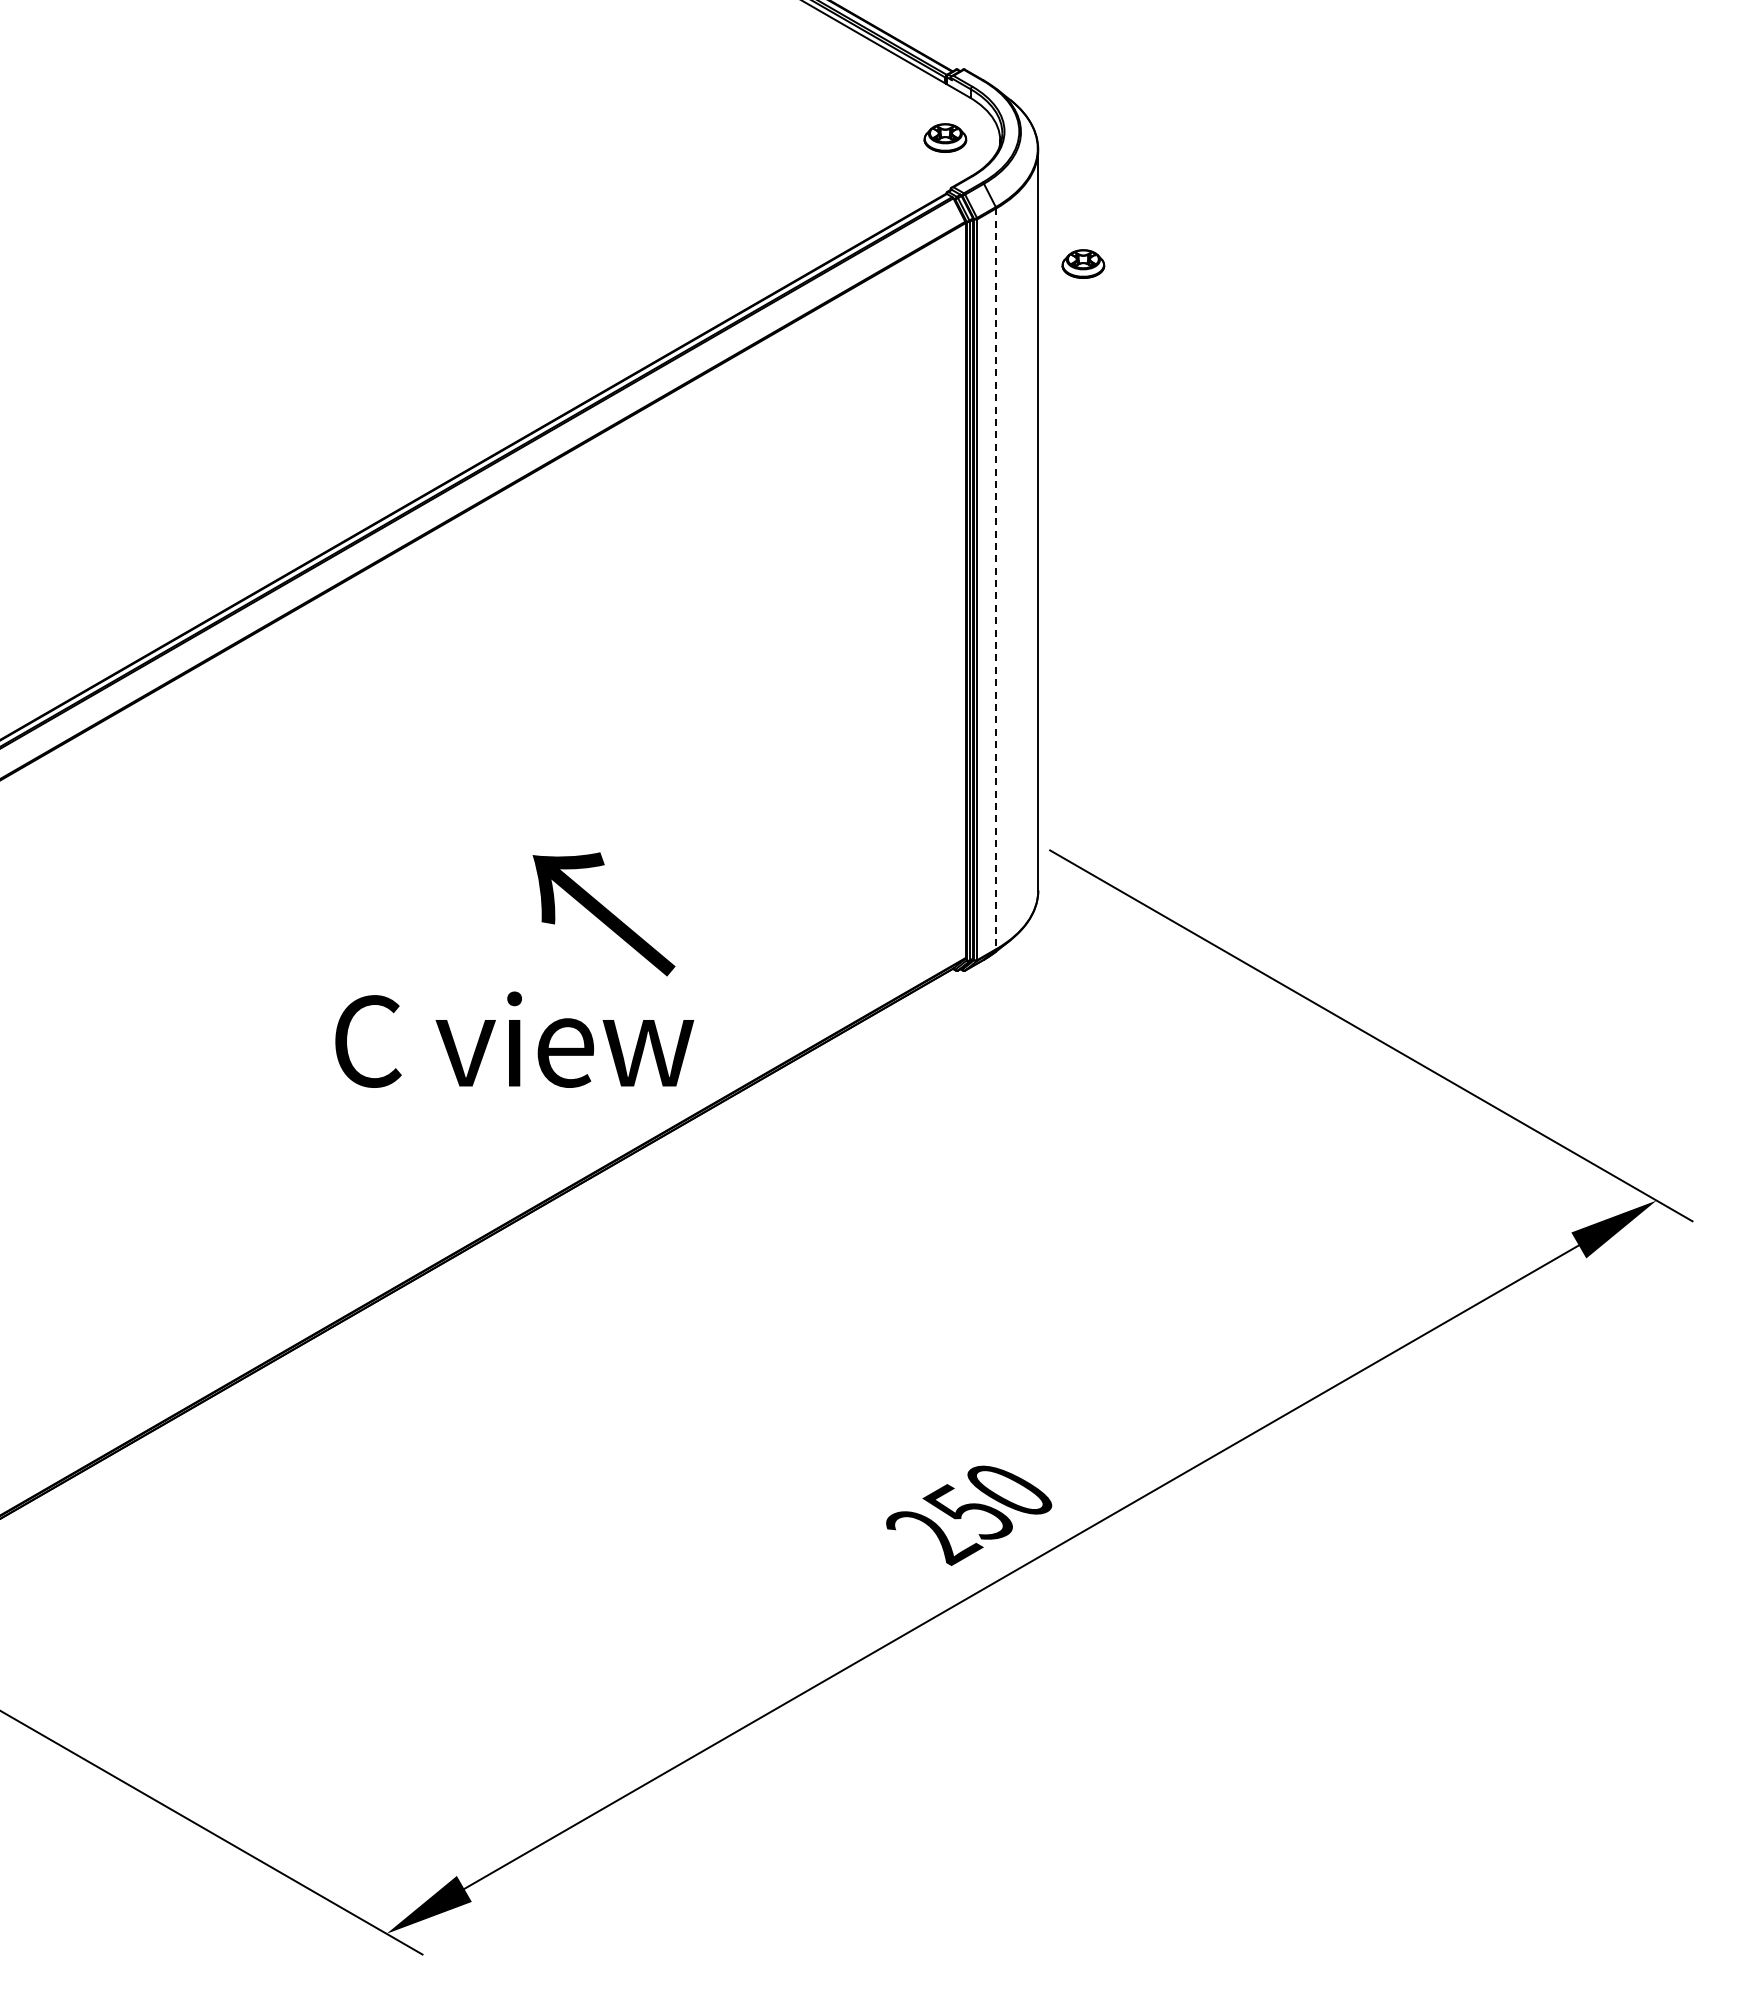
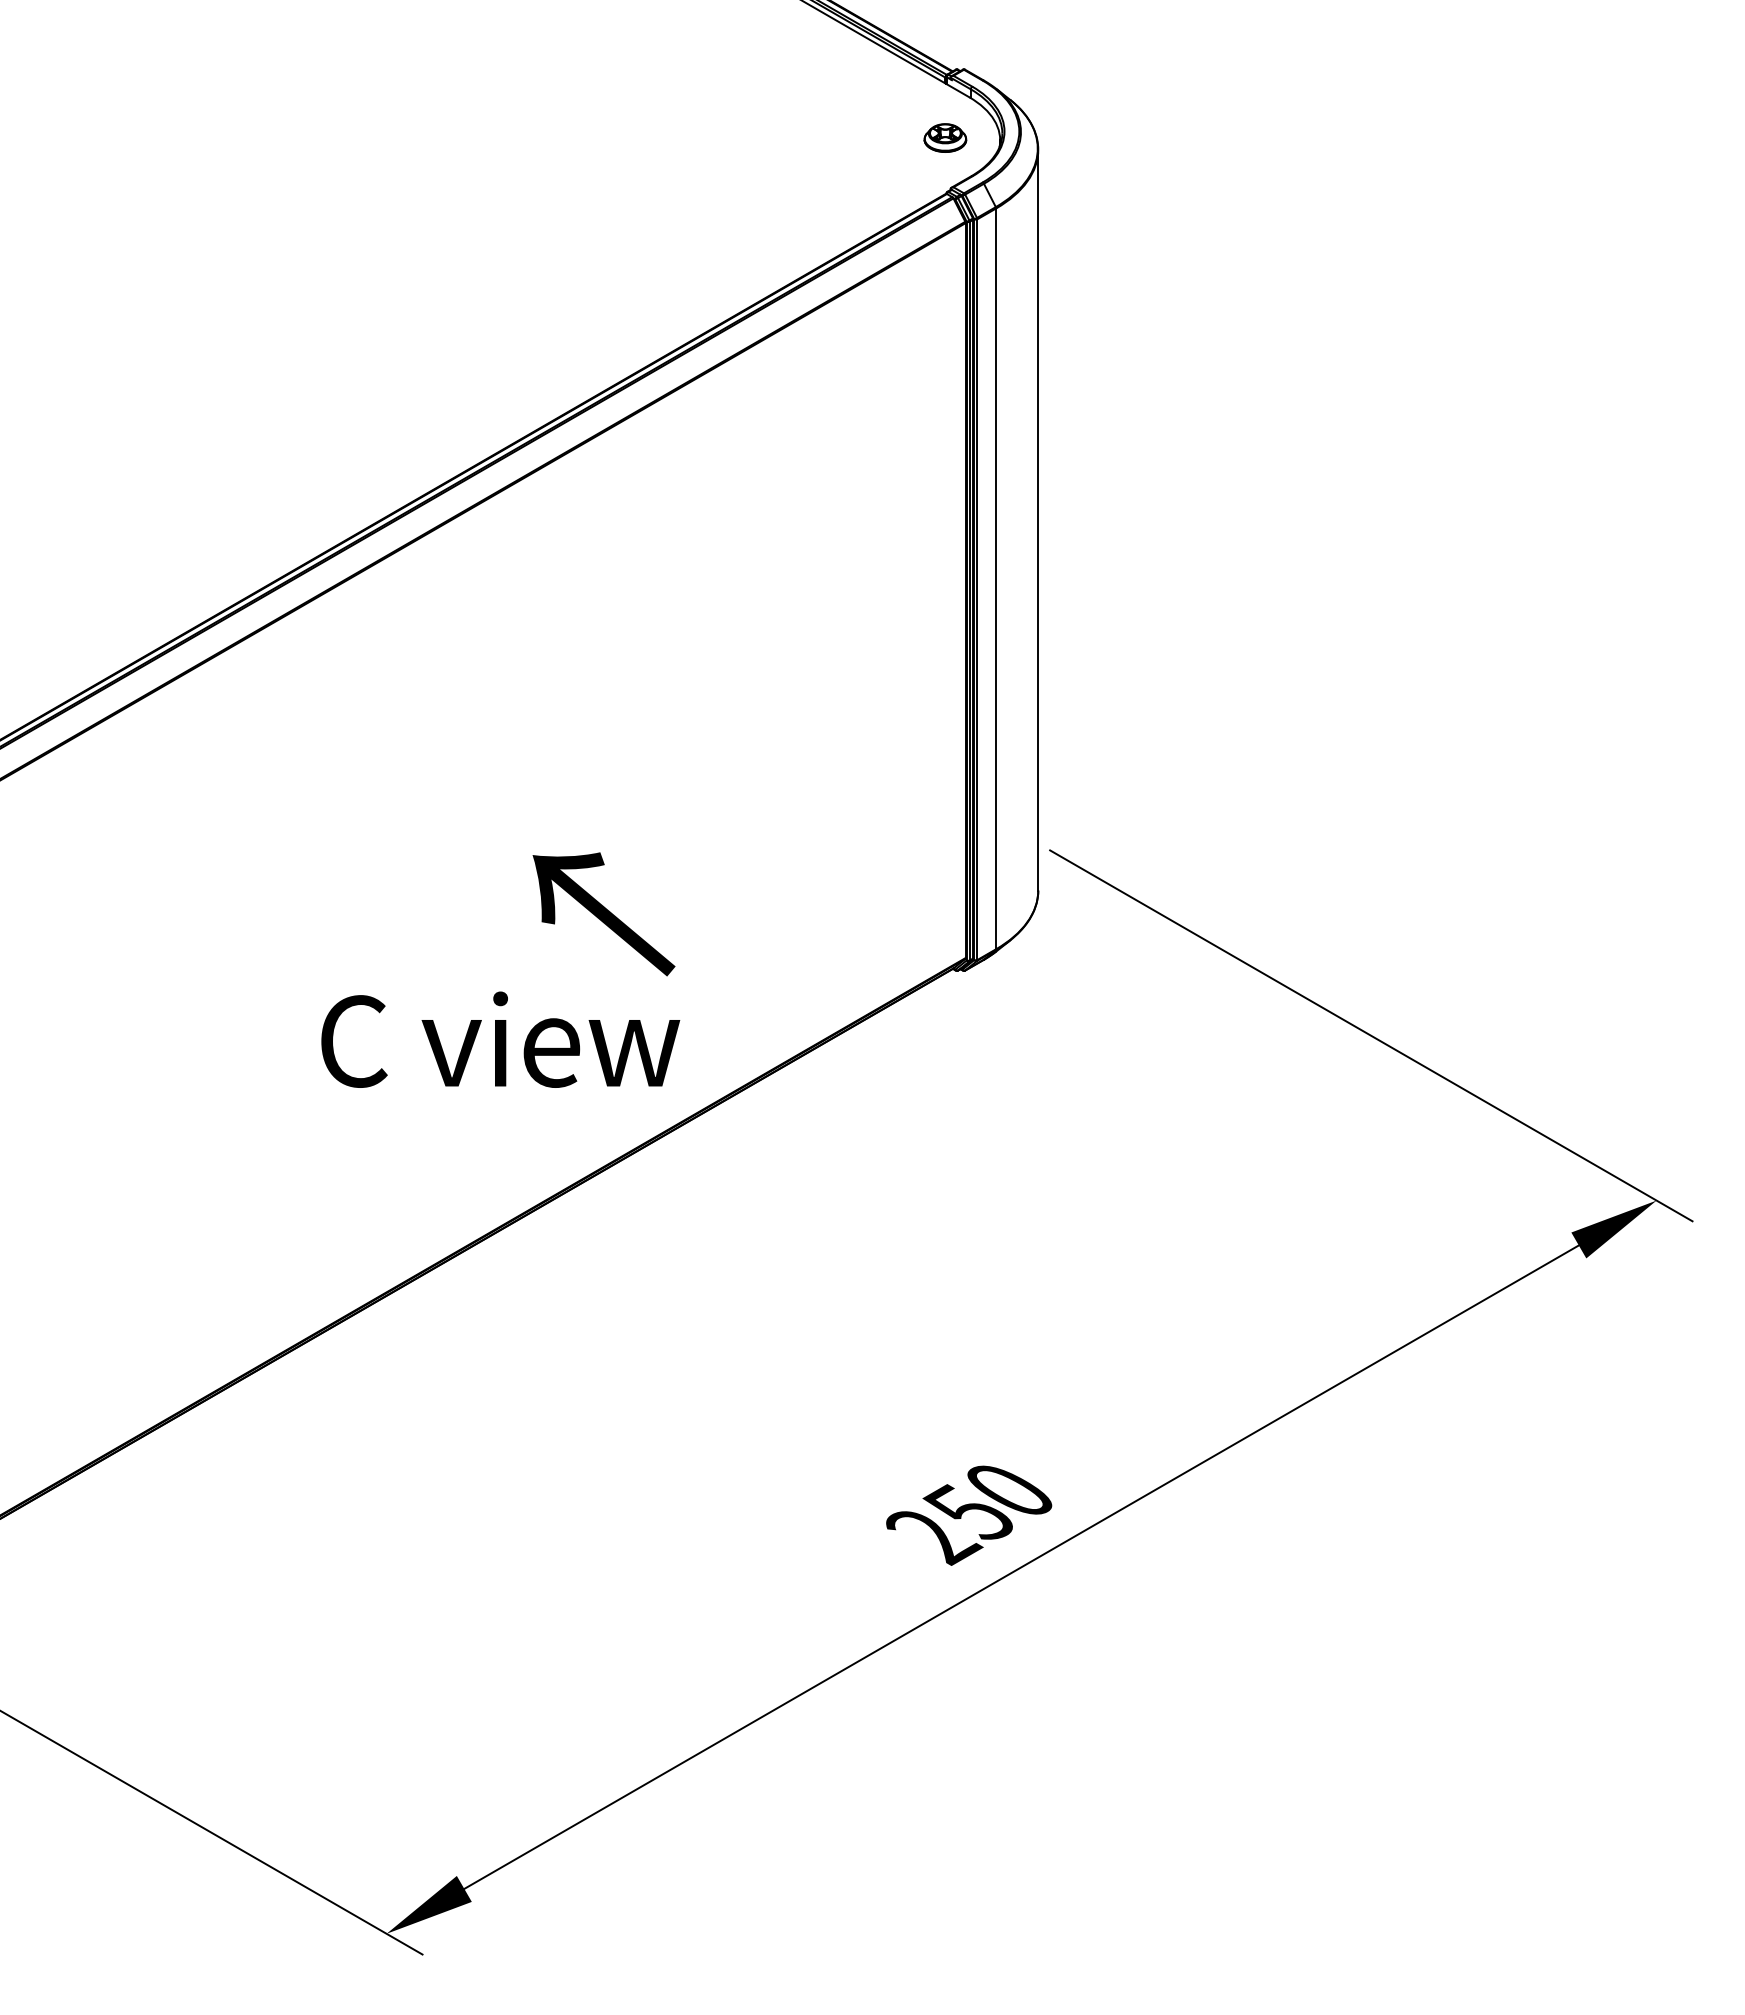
part at (1083, 263): present -> none
line at (996, 579): dashed -> solid
text at (514, 1039) position: (514, 1039) -> (500, 1039)
